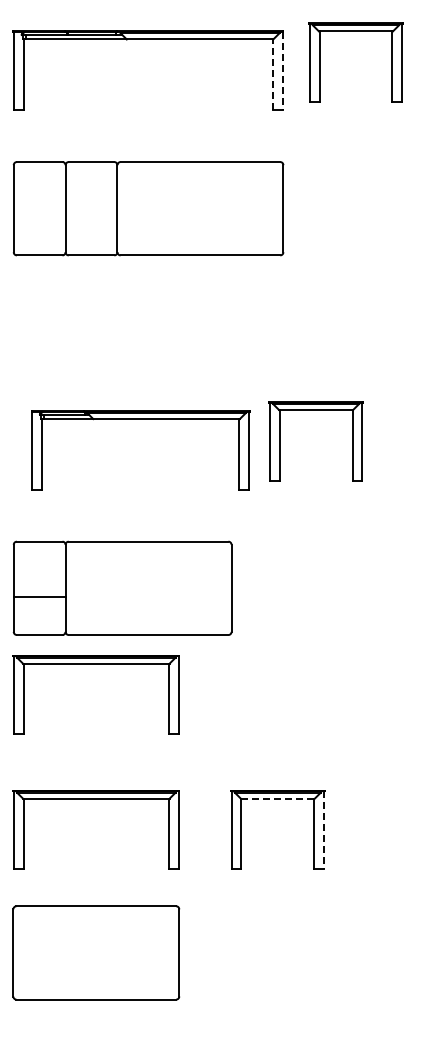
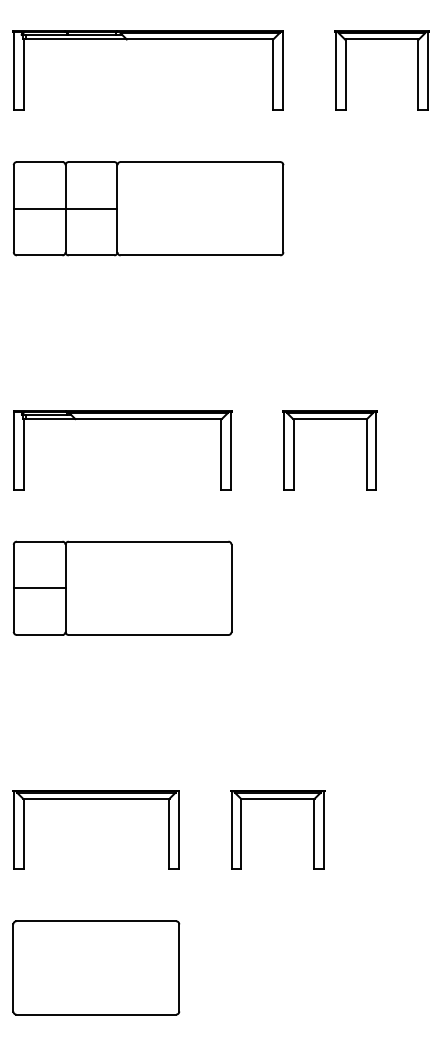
part at (355, 31) position: (355, 31) -> (381, 39)
line at (282, 71): dashed -> solid
line at (272, 74): dashed -> solid
line at (65, 208): none -> present
part at (315, 410) position: (315, 410) -> (329, 419)
part at (140, 419) position: (140, 419) -> (122, 419)
line at (39, 597) position: (39, 597) -> (39, 588)
part at (95, 664): present -> none
line at (277, 798): dashed -> solid
line at (324, 830): dashed -> solid
part at (96, 952) position: (96, 952) -> (96, 967)
